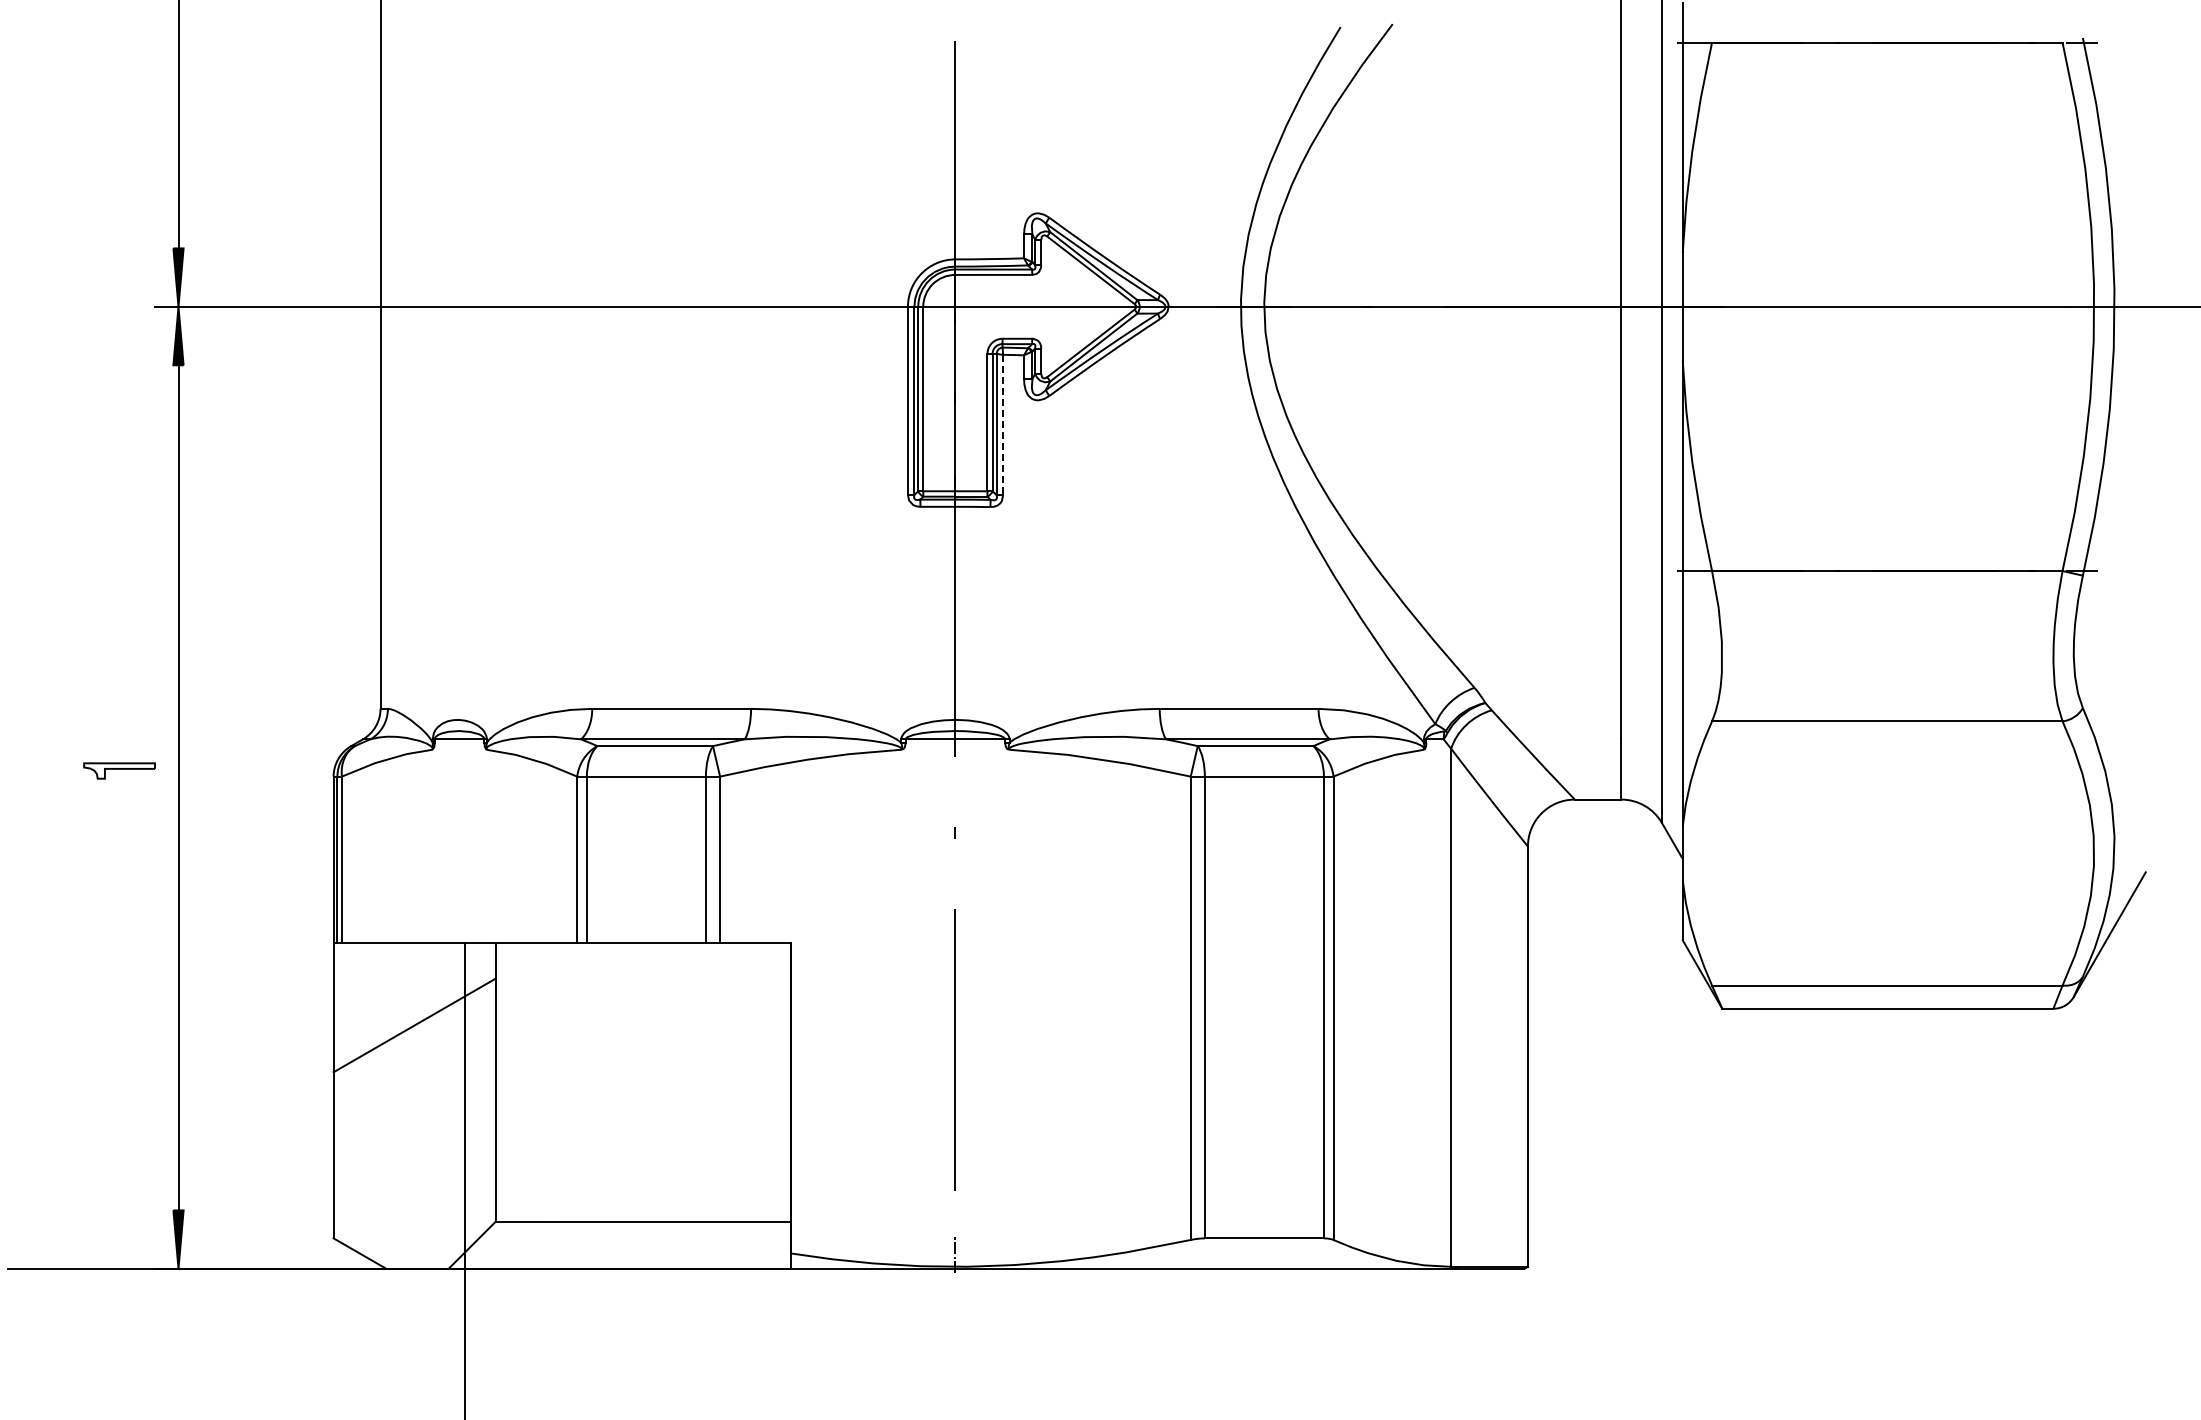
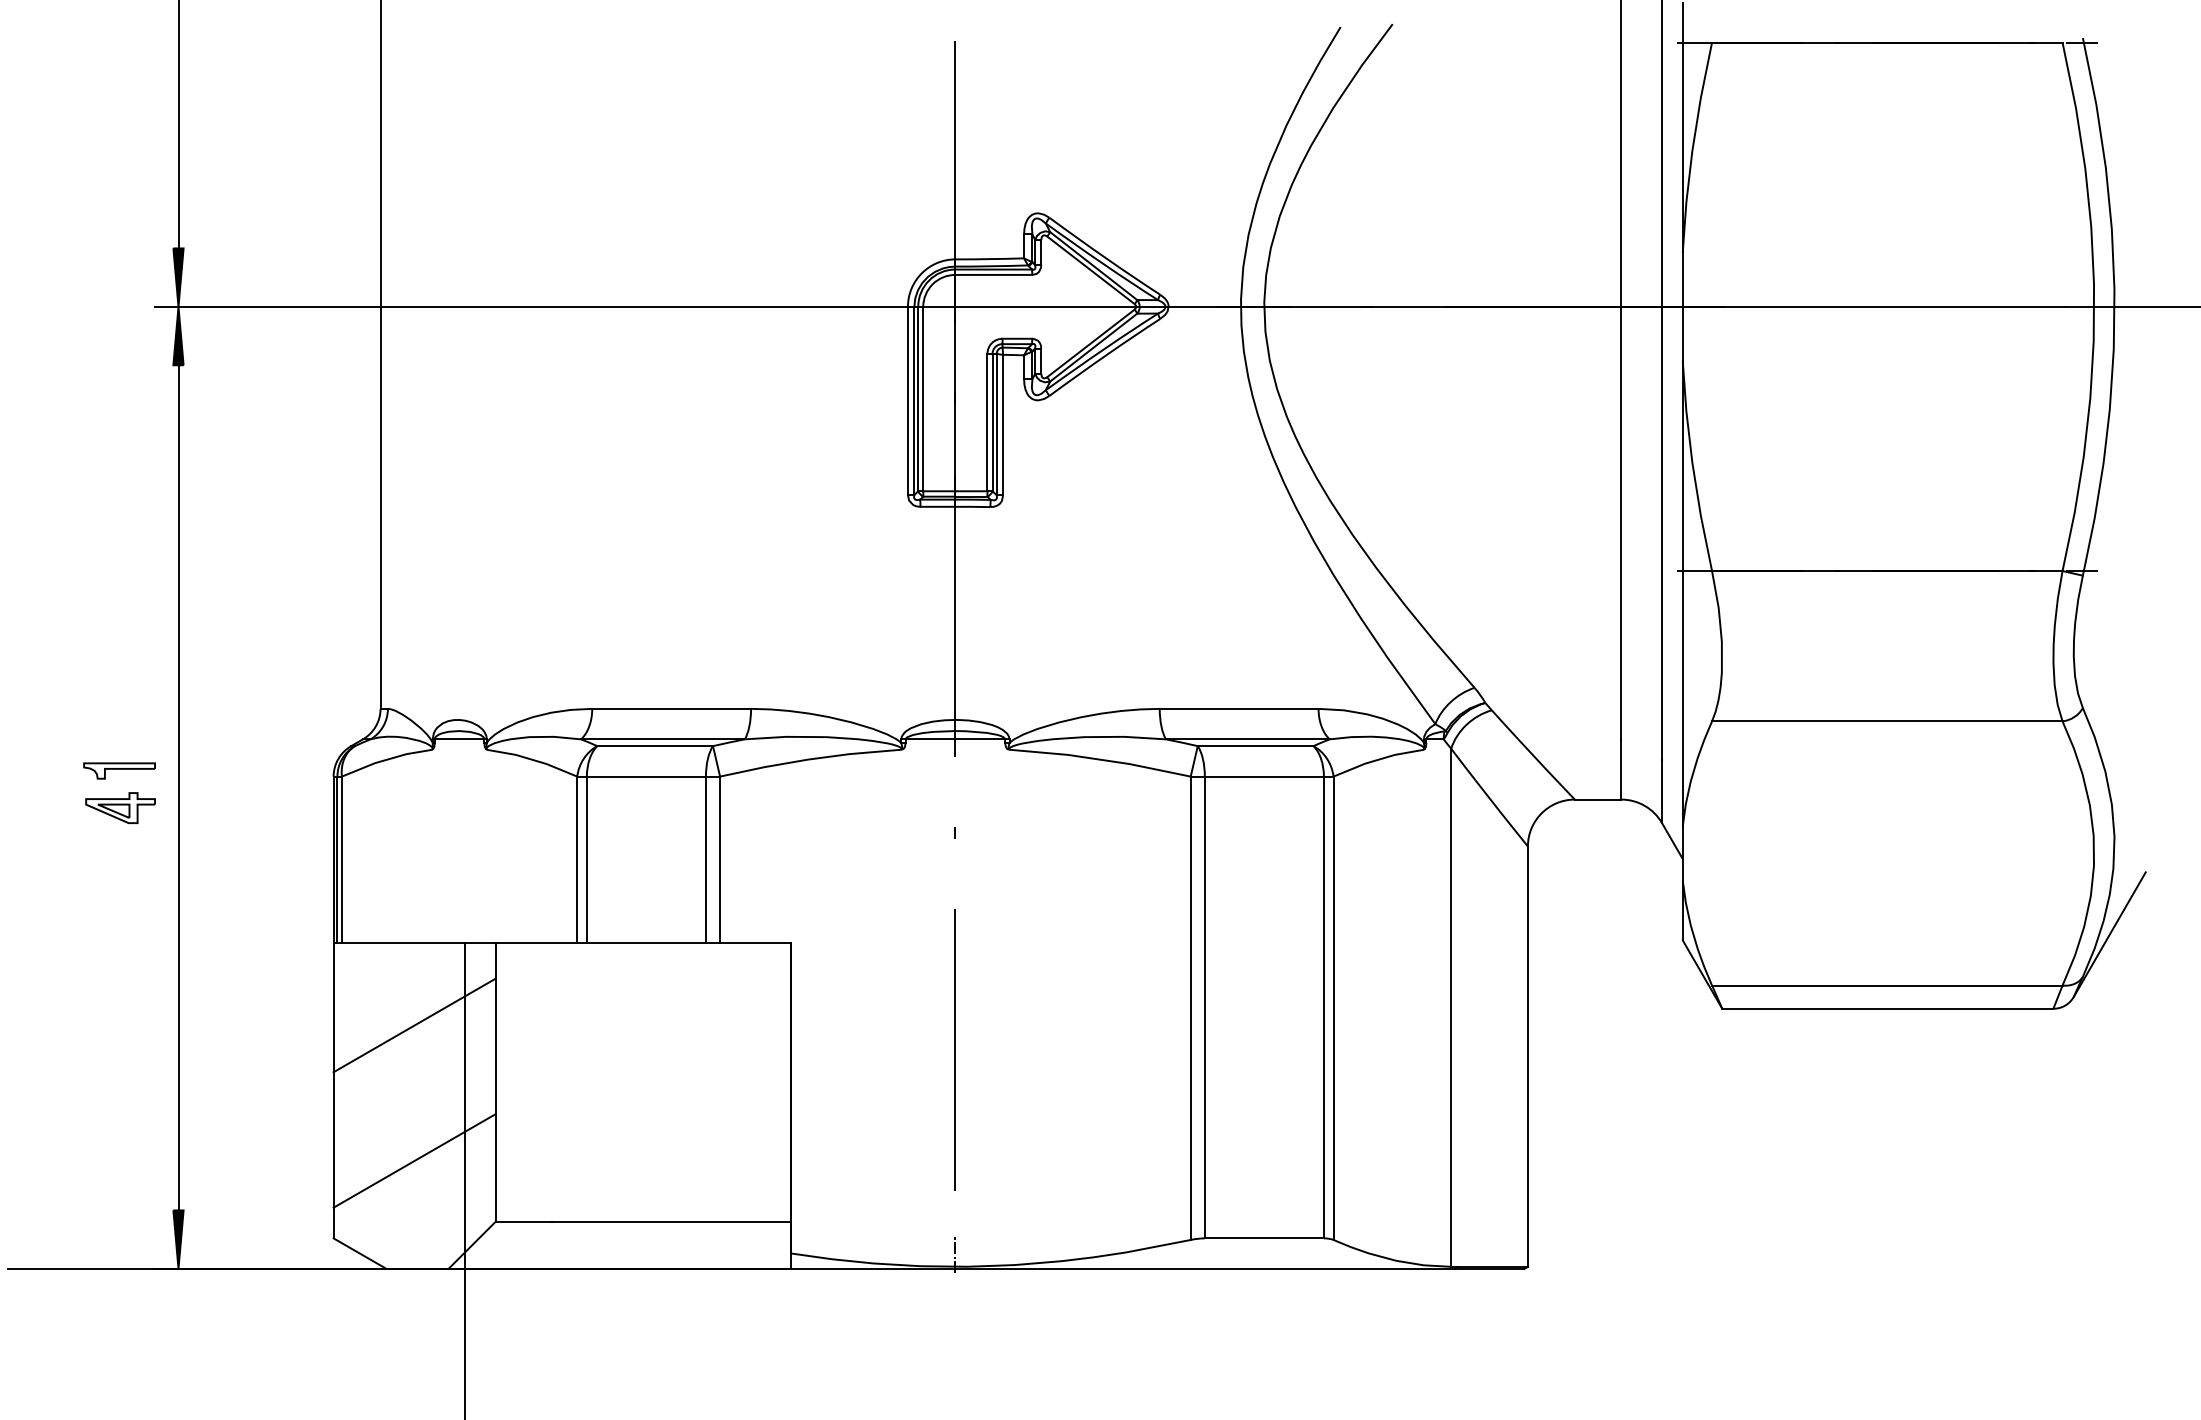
line at (1003, 425): dashed -> solid
part at (120, 807): none -> present
line at (414, 1160): none -> present
